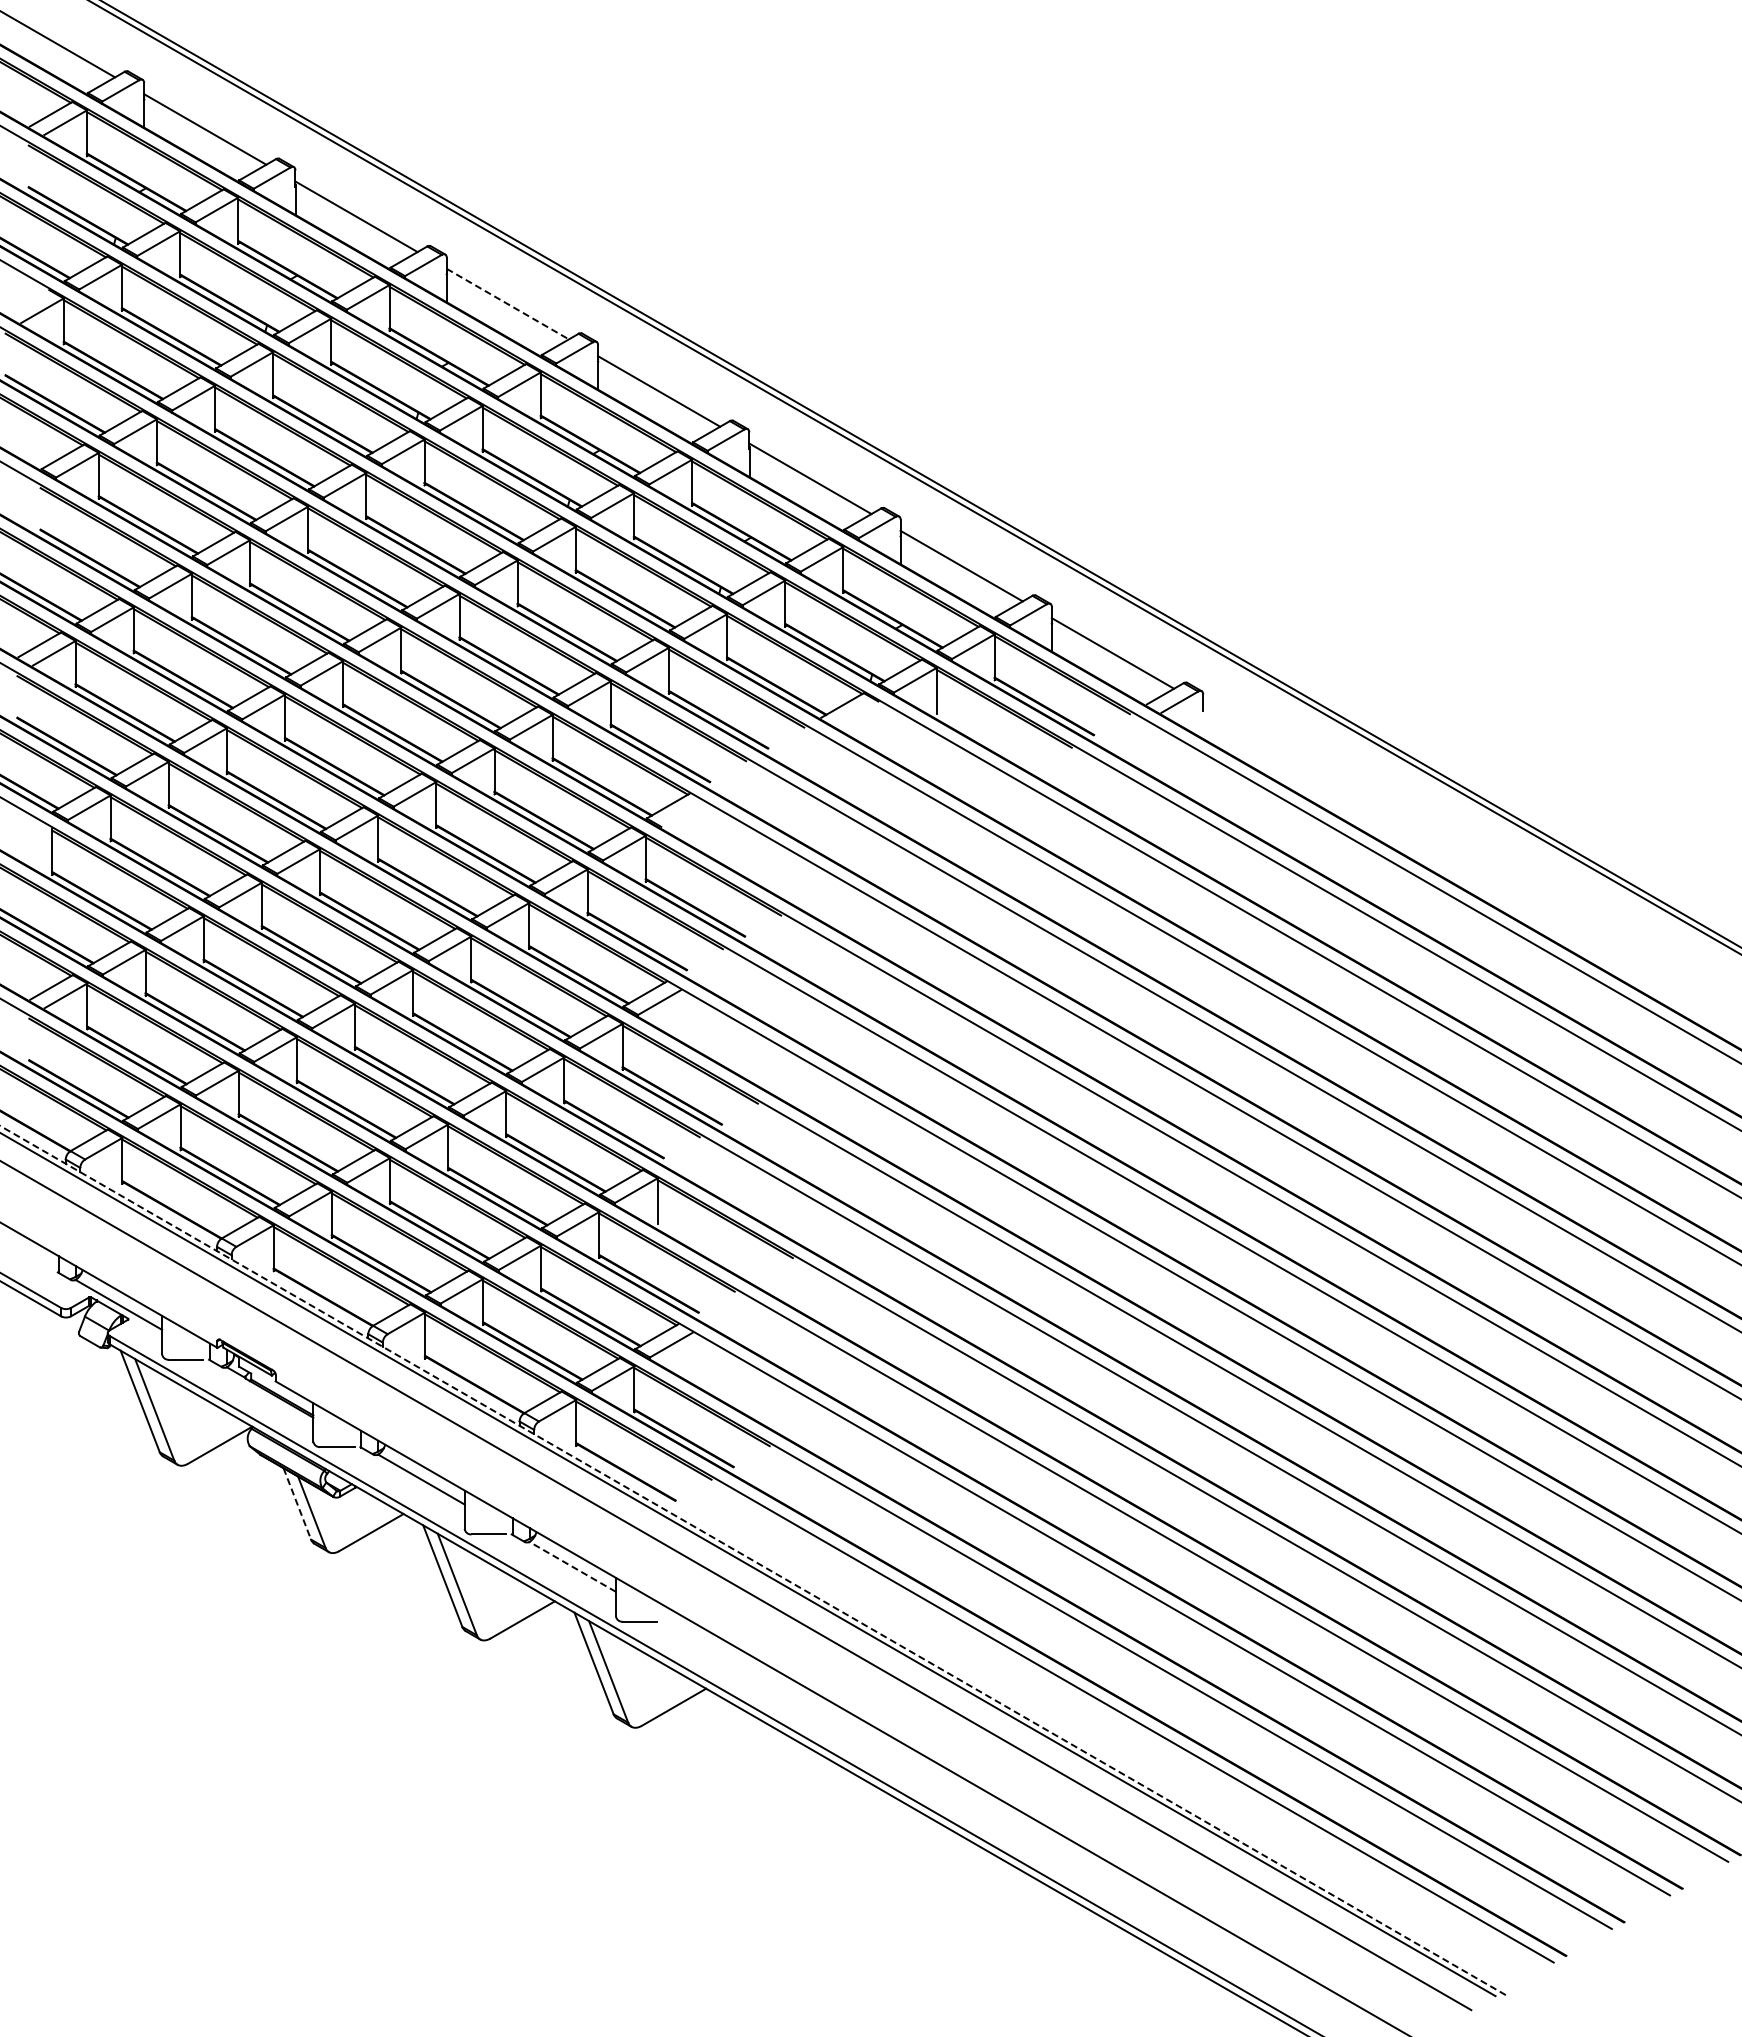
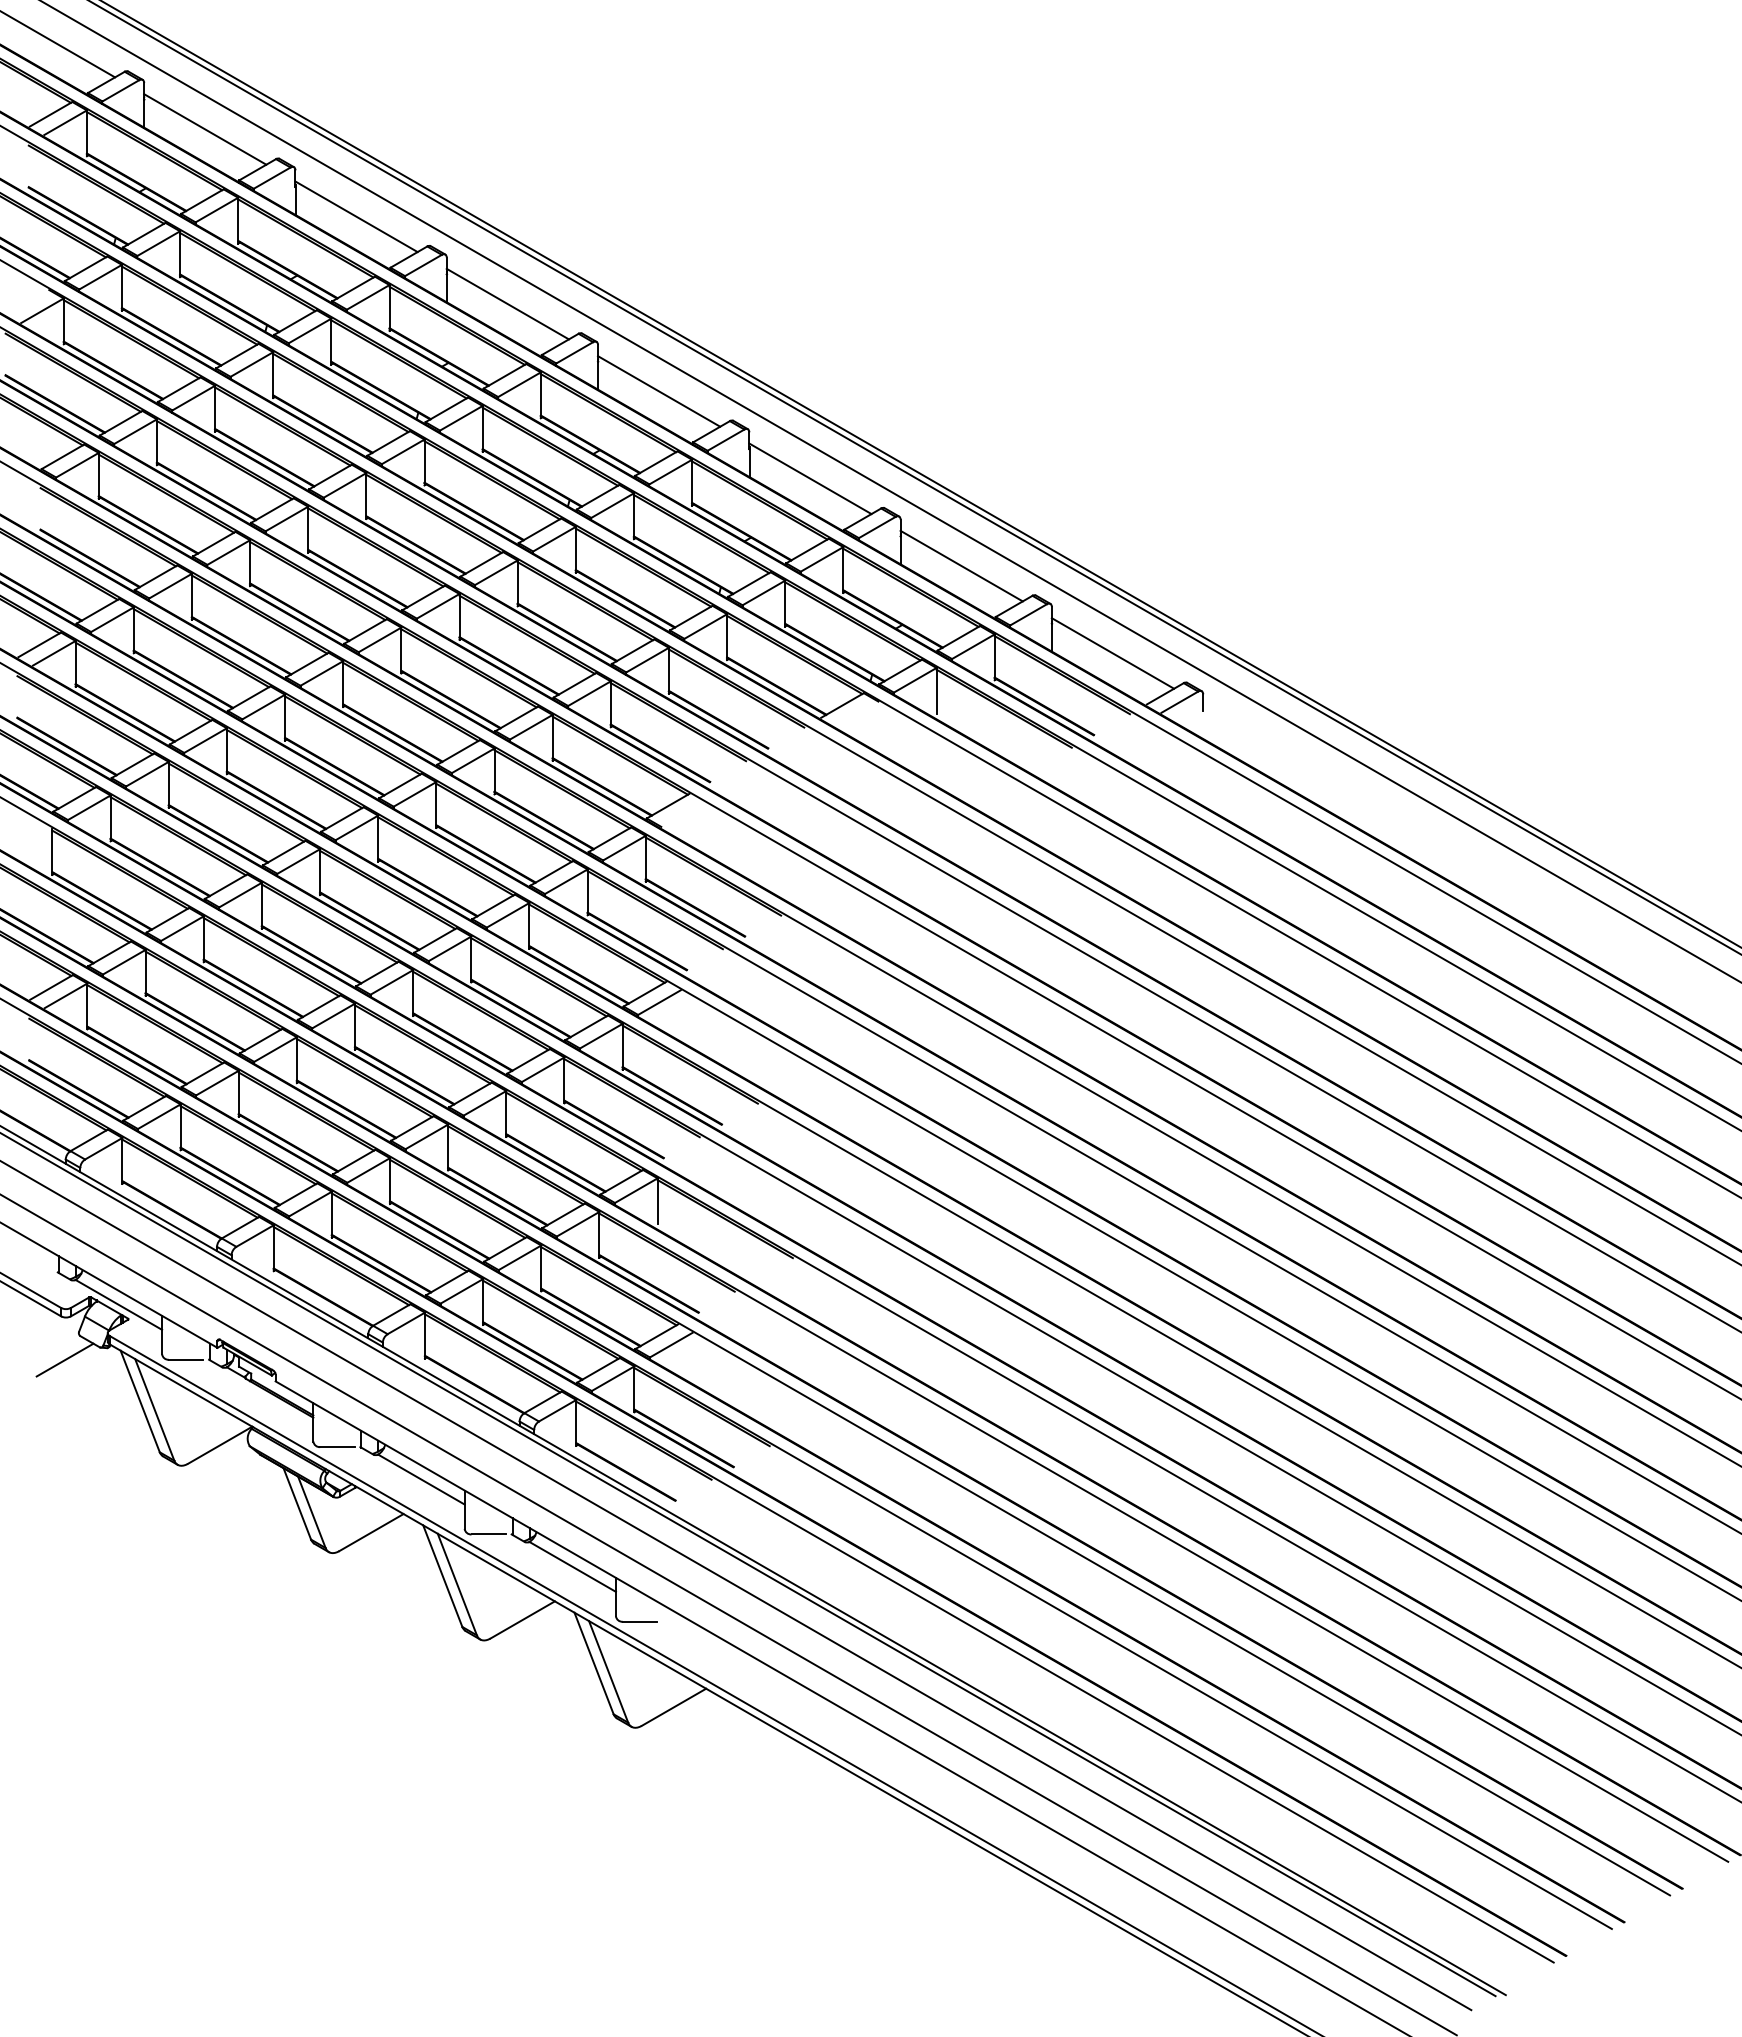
line at (507, 304): dashed -> solid
line at (890, 491): none -> present
line at (64, 1359): none -> present
line at (297, 1504): dashed -> solid
line at (753, 1560): dashed -> solid
line at (572, 1566): dashed -> solid
line at (728, 1614): none -> present
